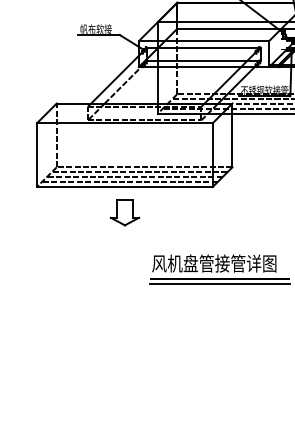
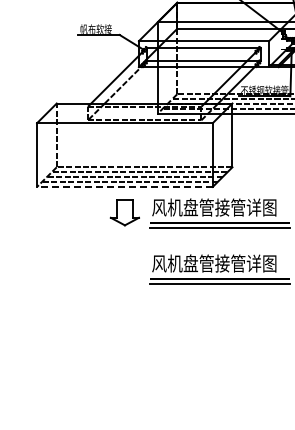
line at (124, 186): solid -> dashed
part at (219, 213): none -> present
